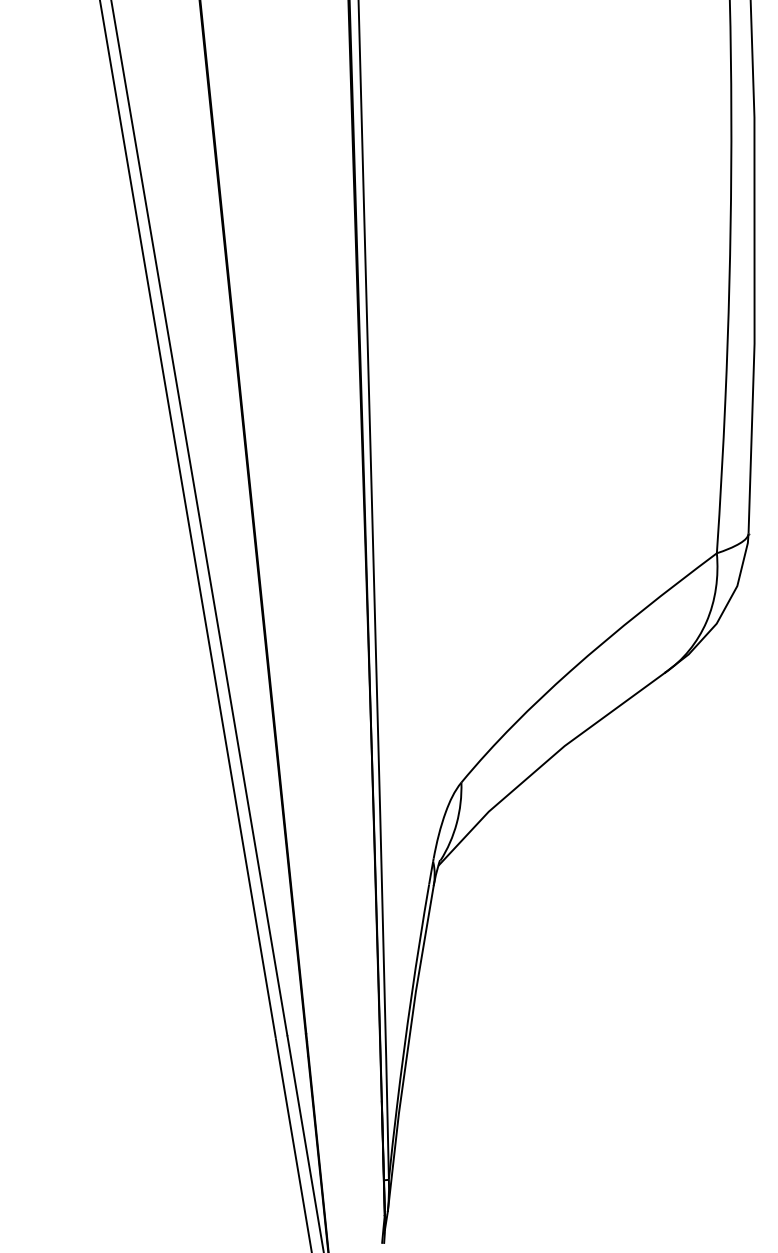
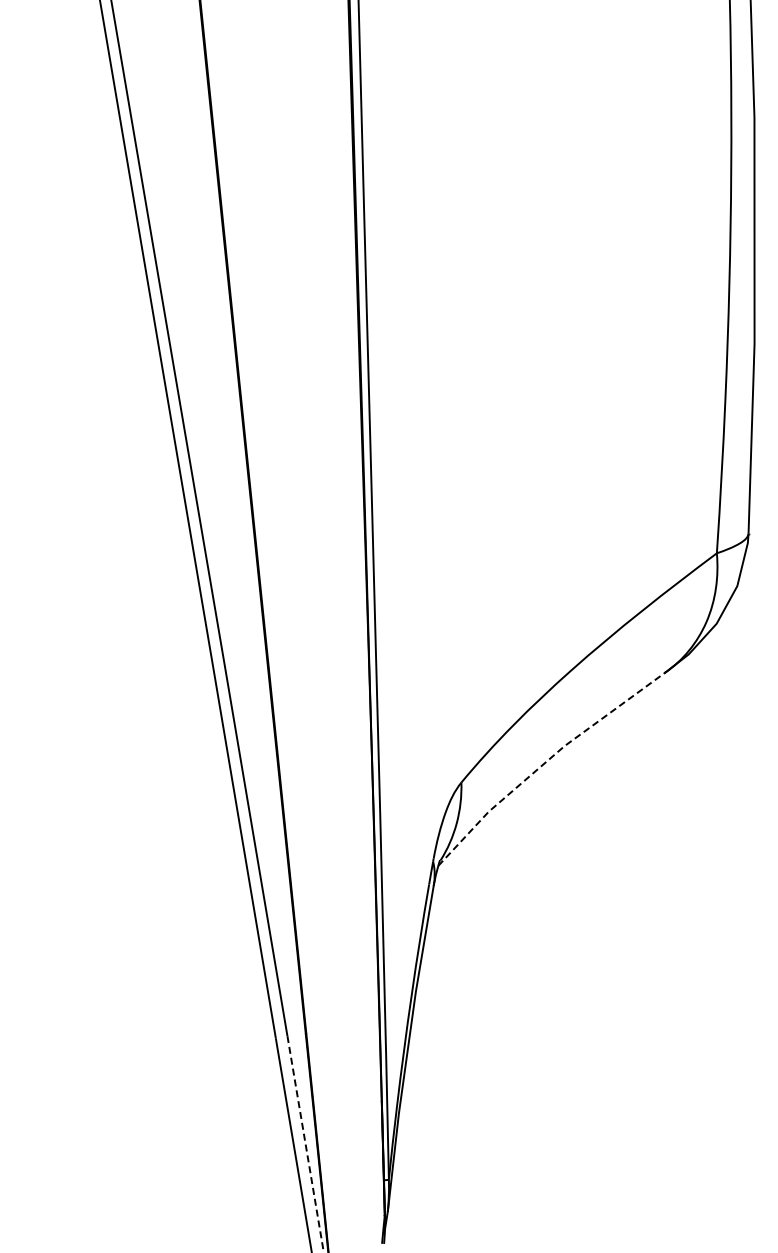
line at (545, 762): solid -> dashed
line at (305, 1143): solid -> dashed
